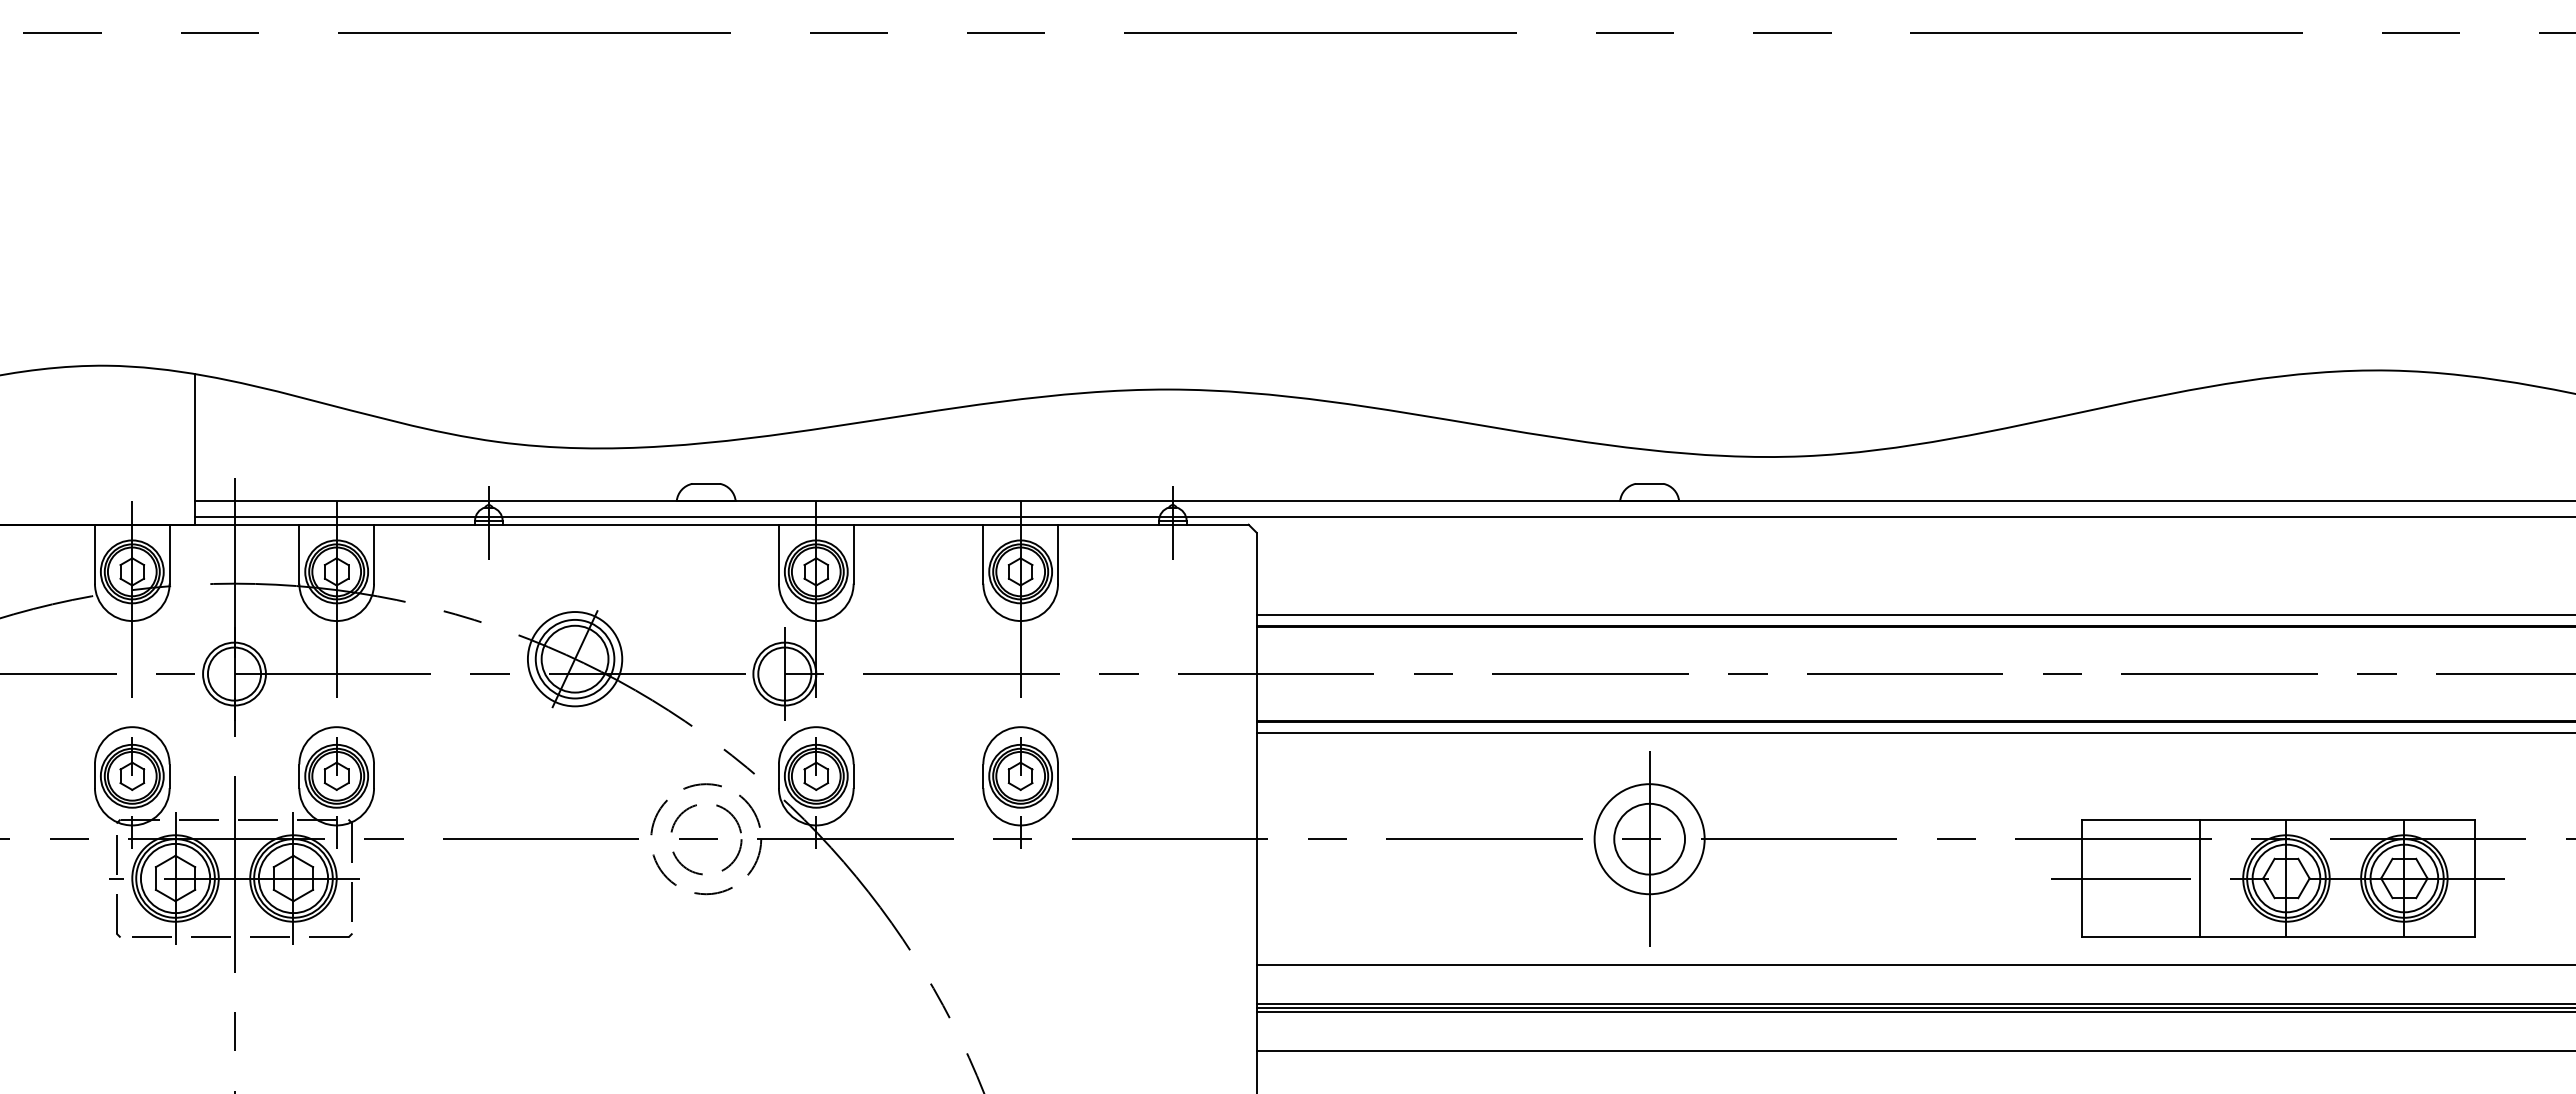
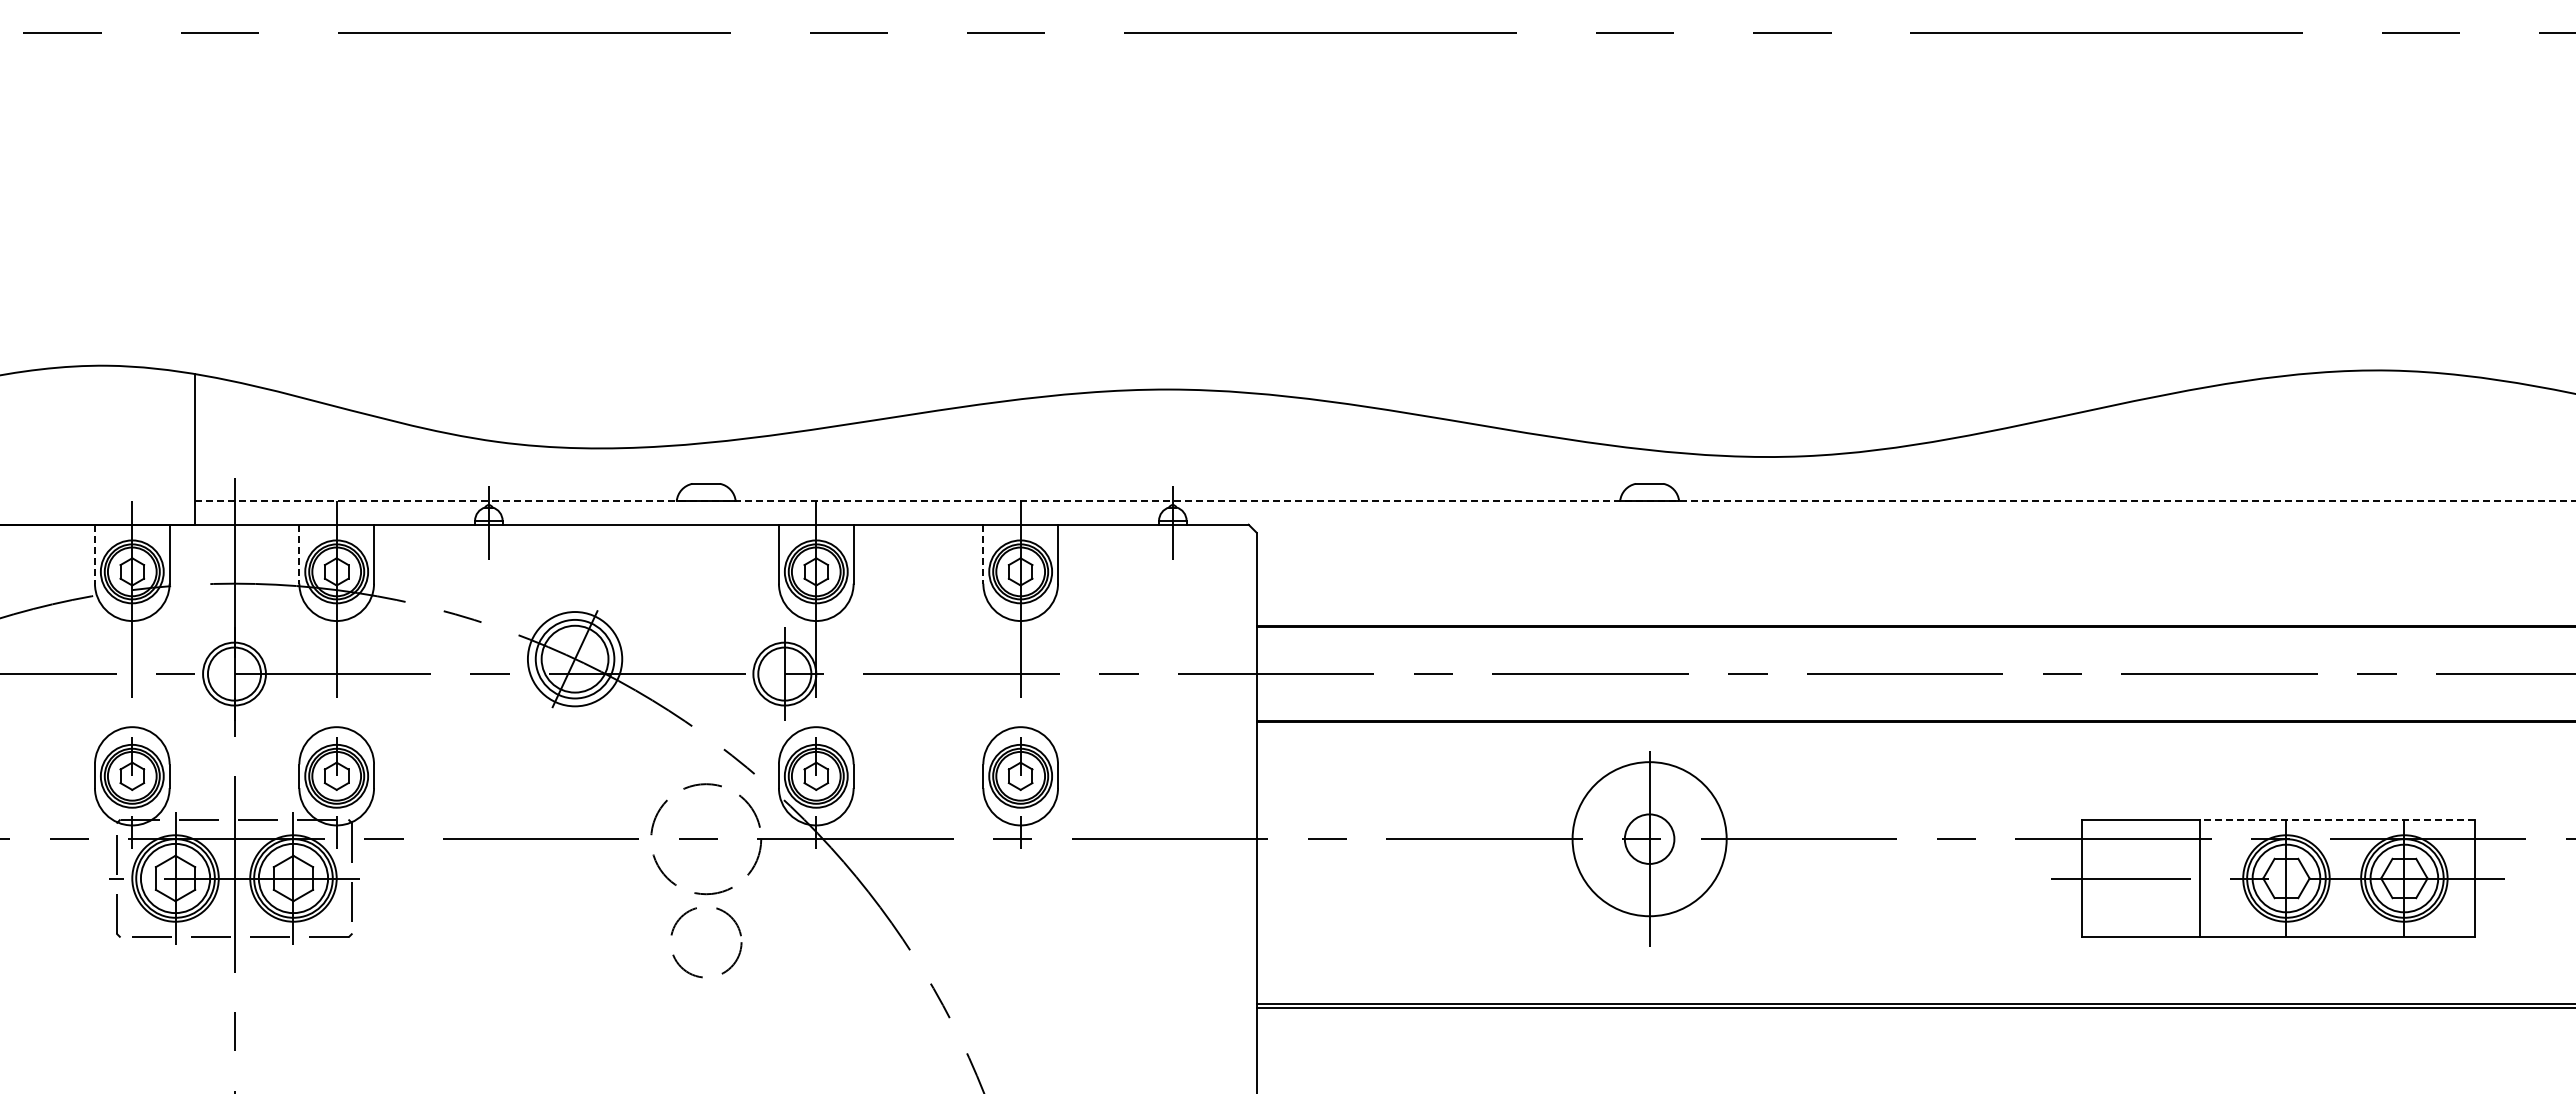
line at (1386, 501): solid -> dashed
line at (1383, 516): present -> none
line at (94, 554): solid -> dashed
line at (299, 554): solid -> dashed
line at (983, 554): solid -> dashed
line at (1914, 615): present -> none
line at (1914, 733): present -> none
line at (2337, 819): solid -> dashed
circle at (1649, 838) diameter: 71 px -> 50 px
circle at (706, 839) position: (706, 839) -> (706, 942)
circle at (1649, 839) diameter: 110 px -> 154 px
line at (1914, 964): present -> none
line at (1914, 1012): present -> none
line at (1914, 1051): present -> none
